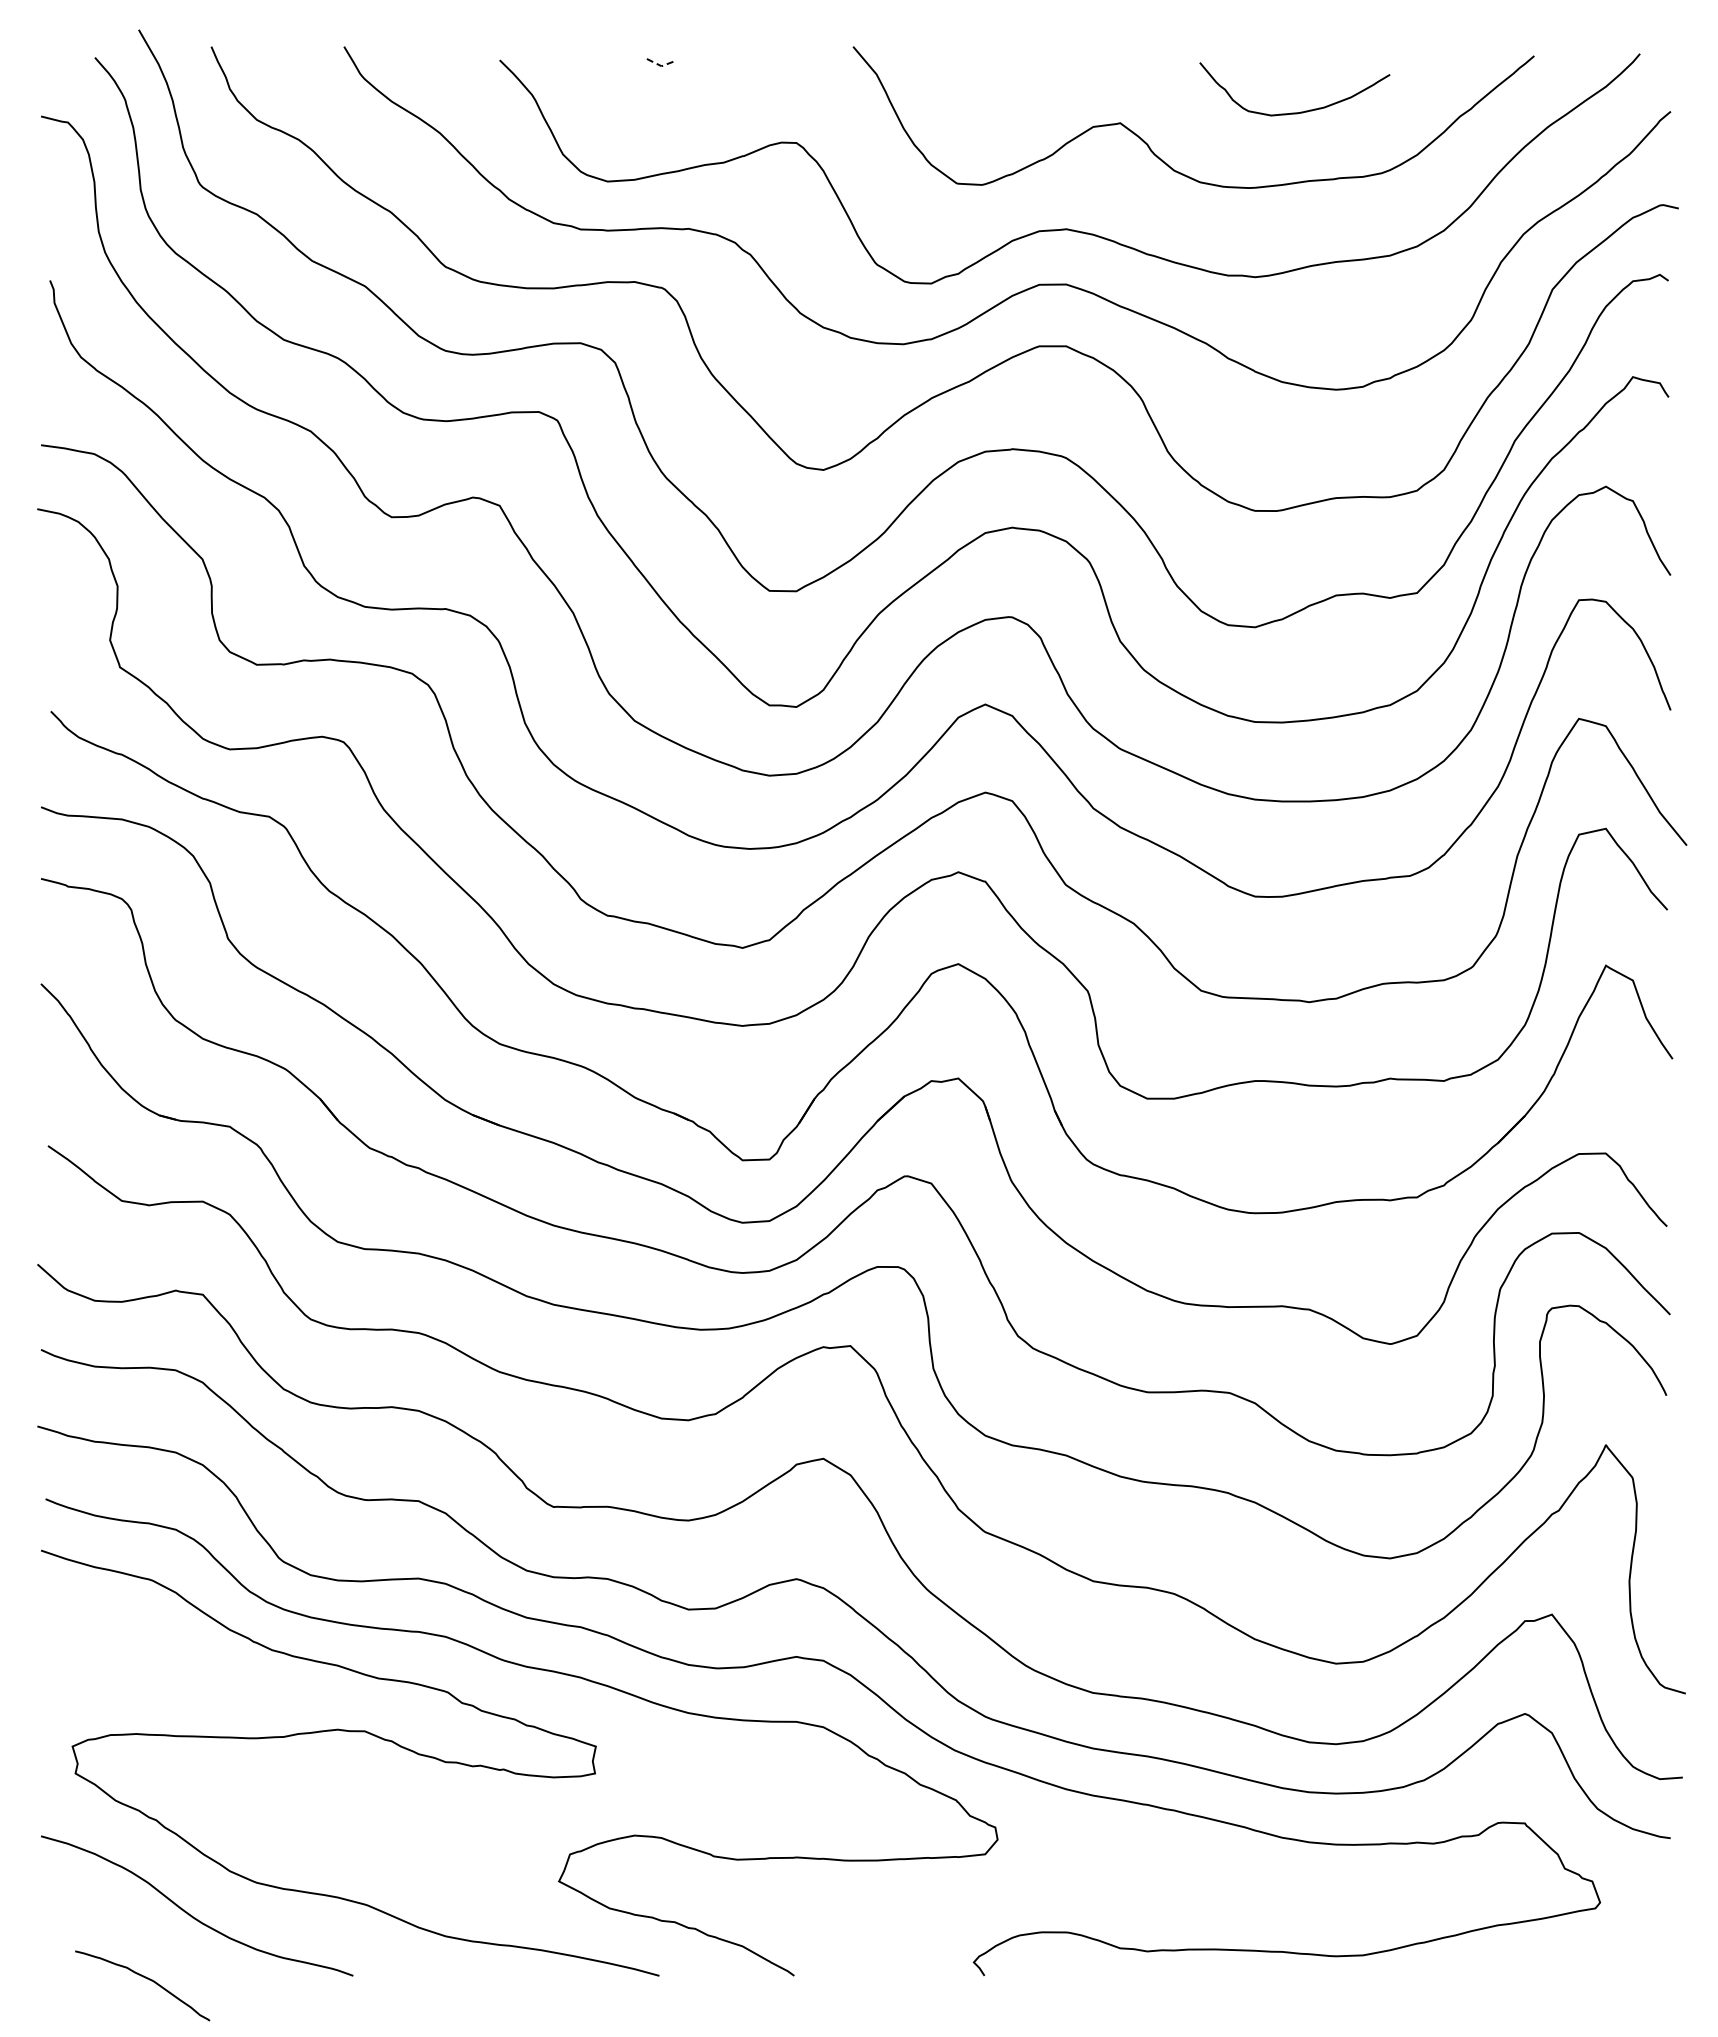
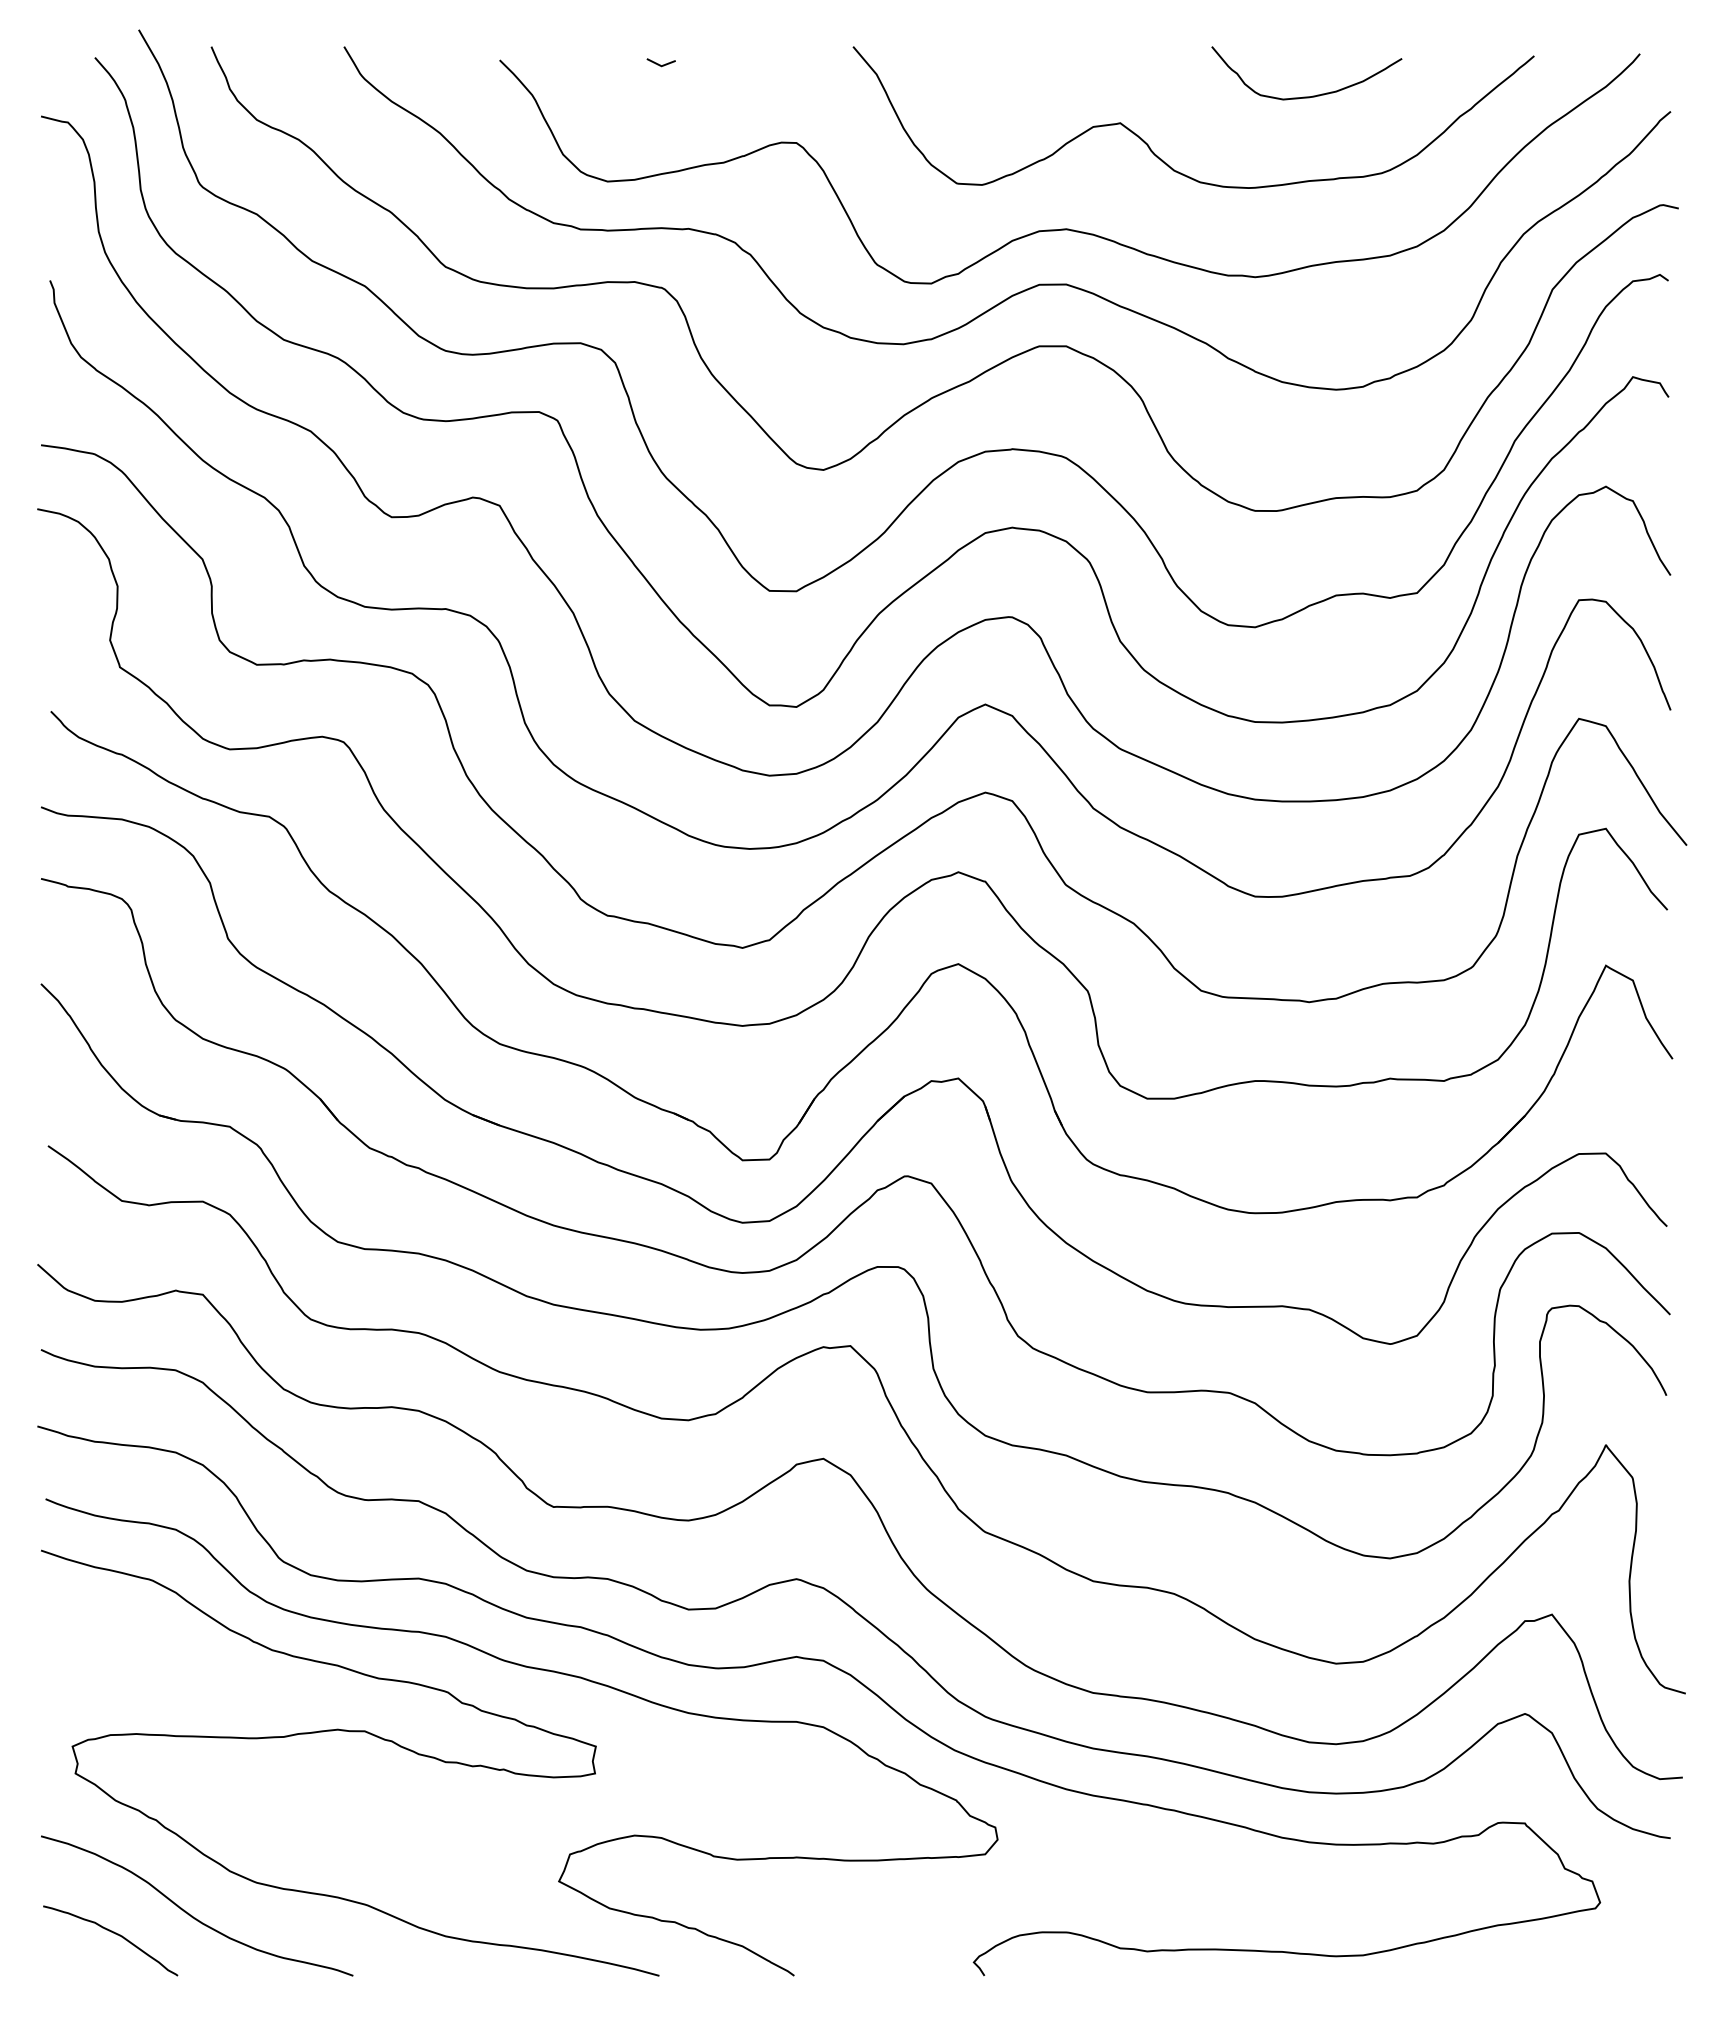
line at (661, 66): dashed -> solid
curve at (1300, 111) position: (1300, 111) -> (1312, 95)
curve at (145, 1978) position: (145, 1978) -> (113, 1933)
